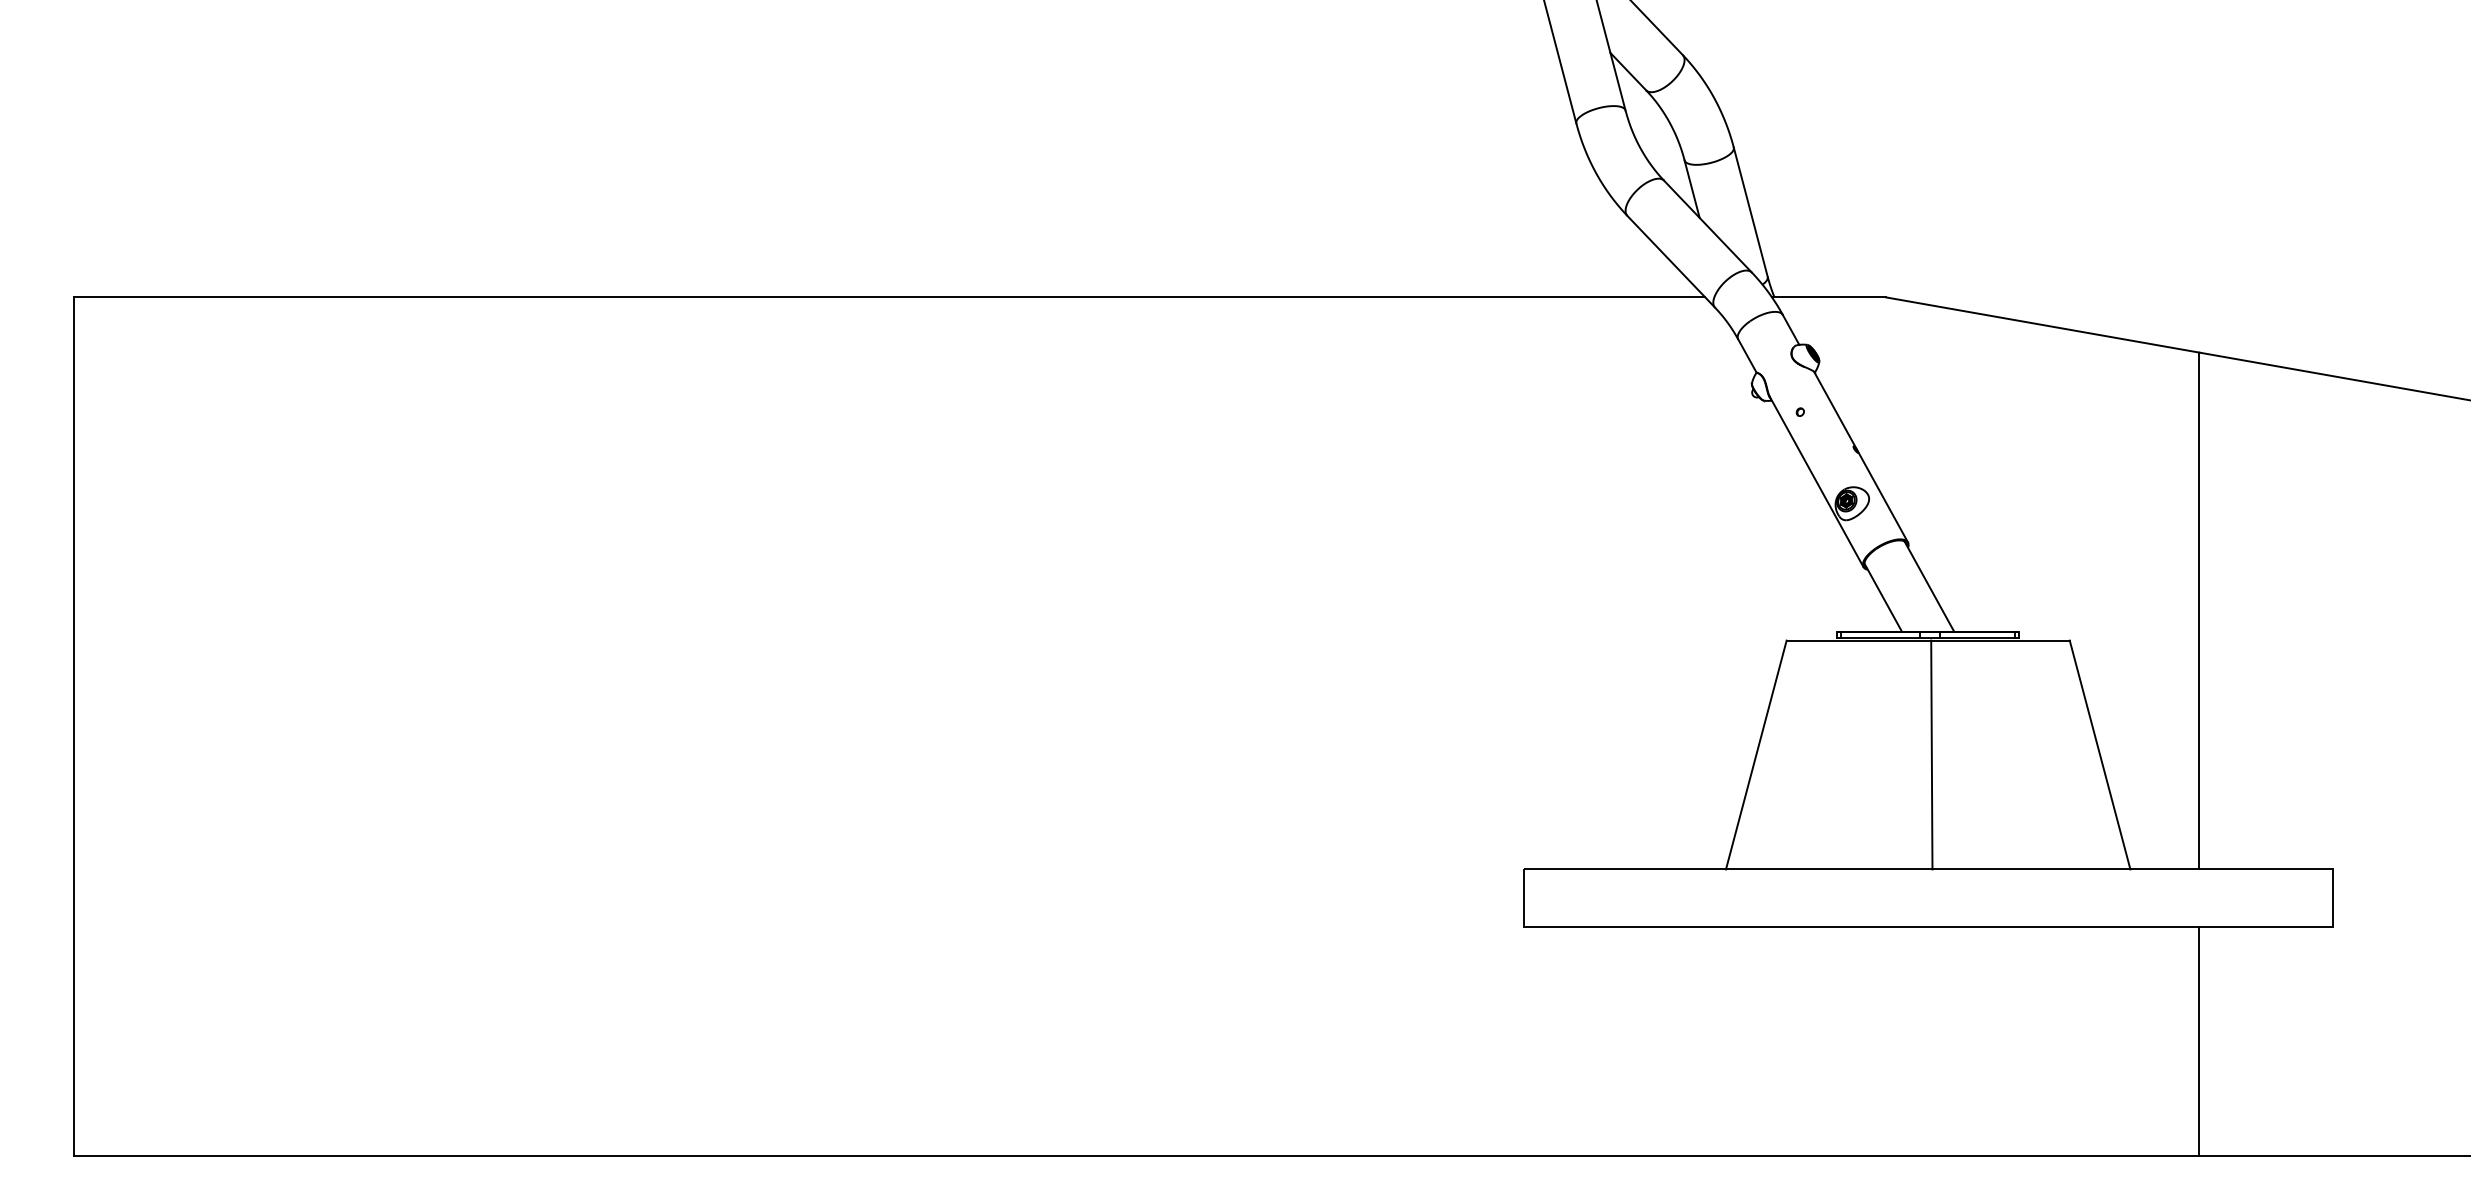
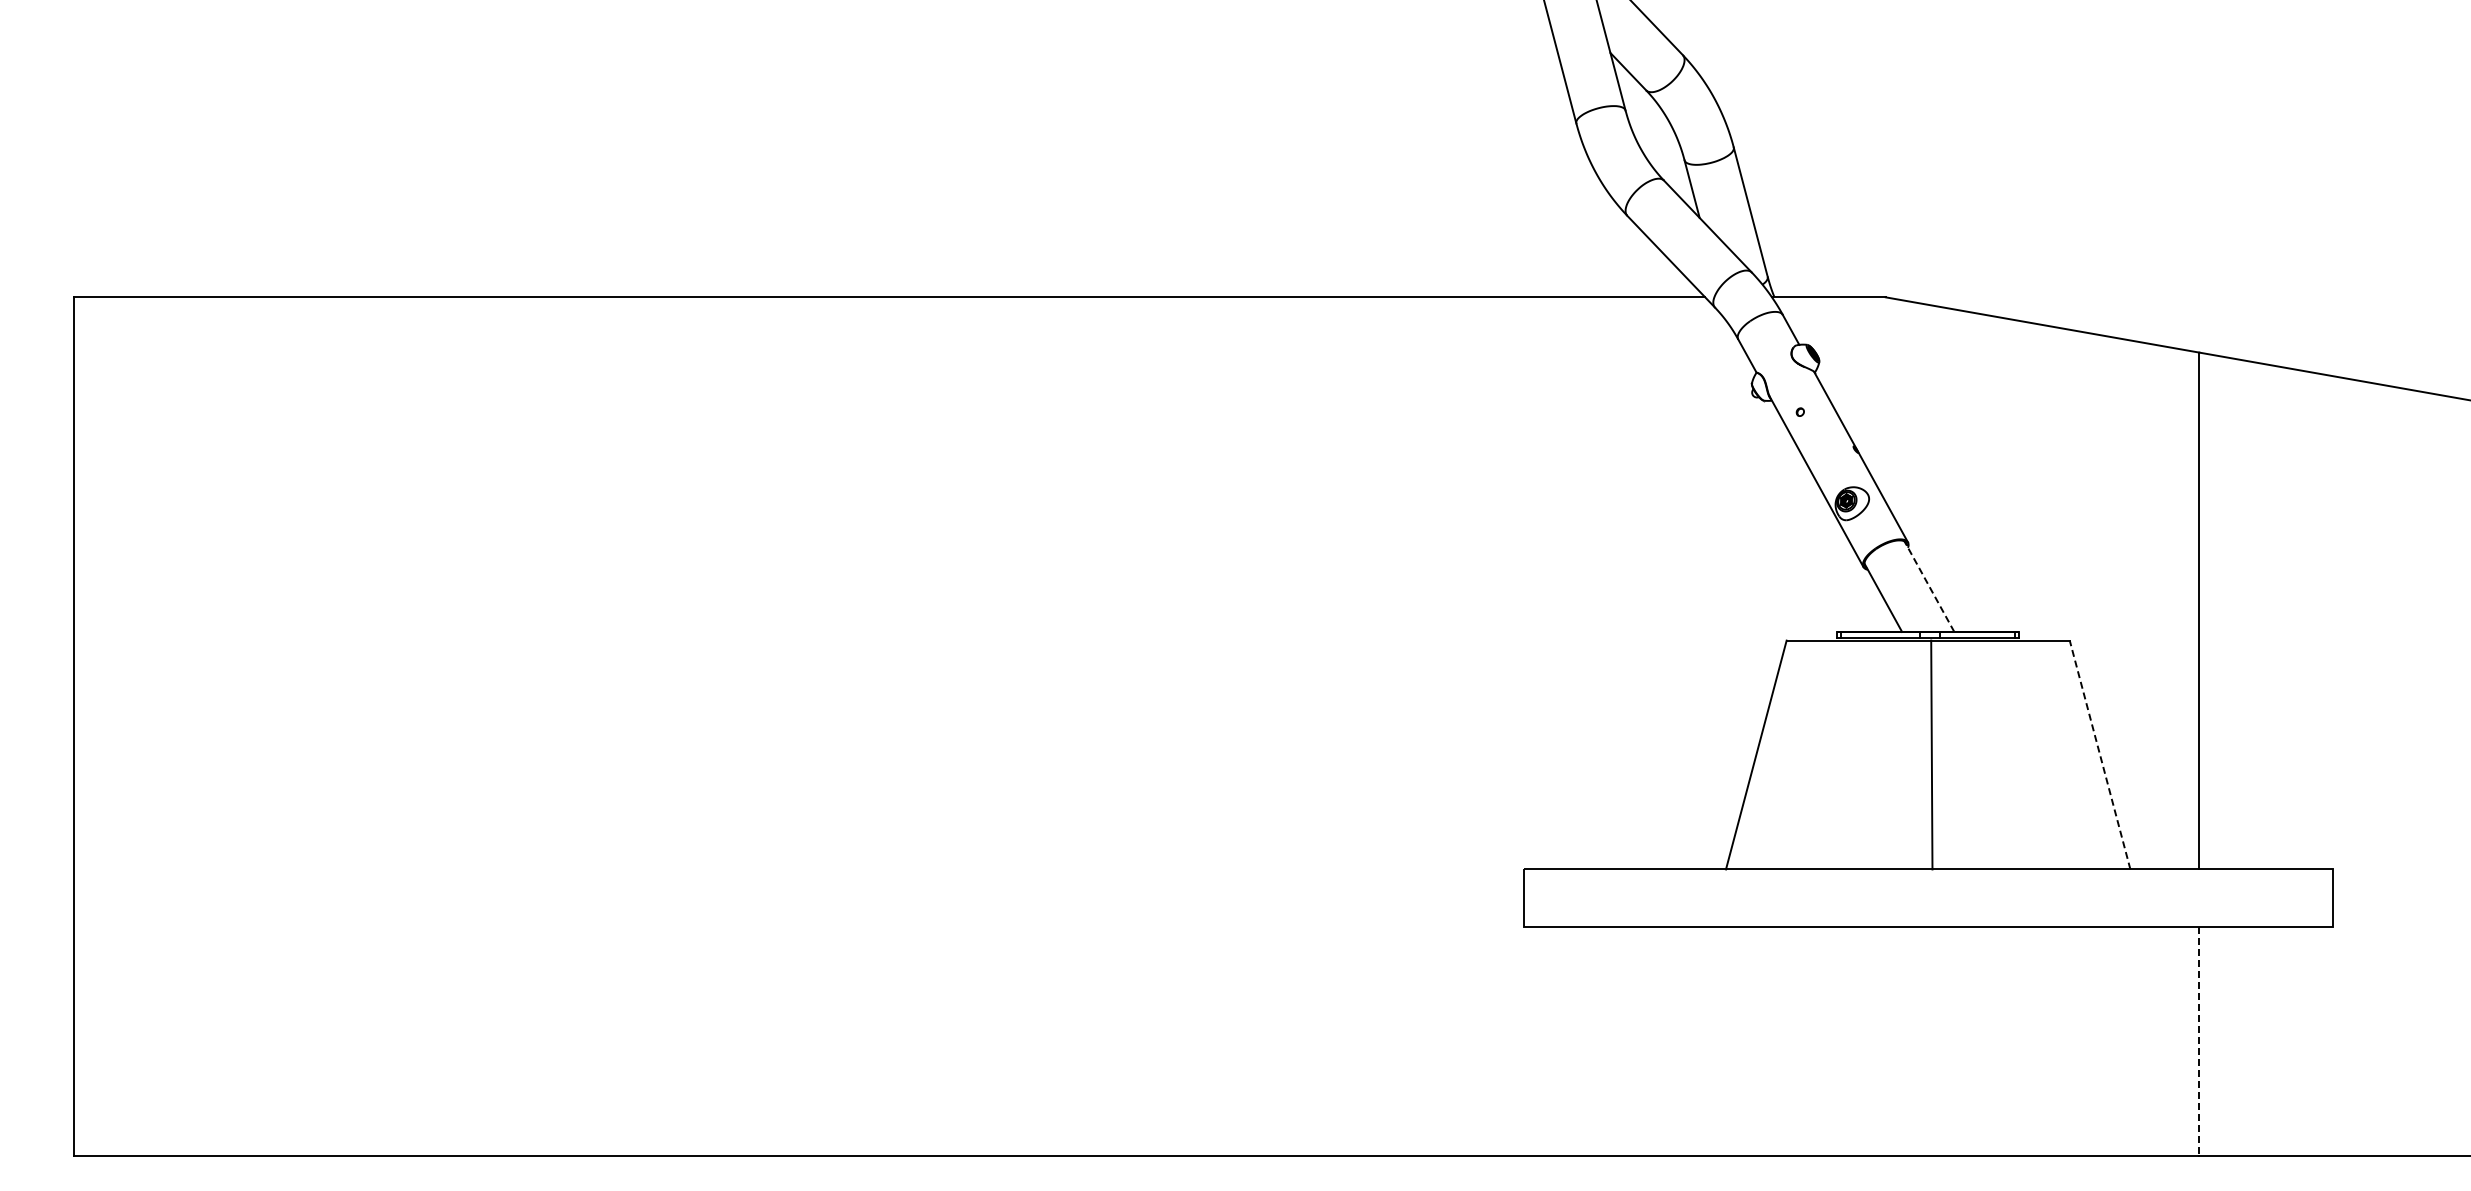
line at (1929, 586): solid -> dashed
line at (2099, 754): solid -> dashed
line at (2199, 1041): solid -> dashed
